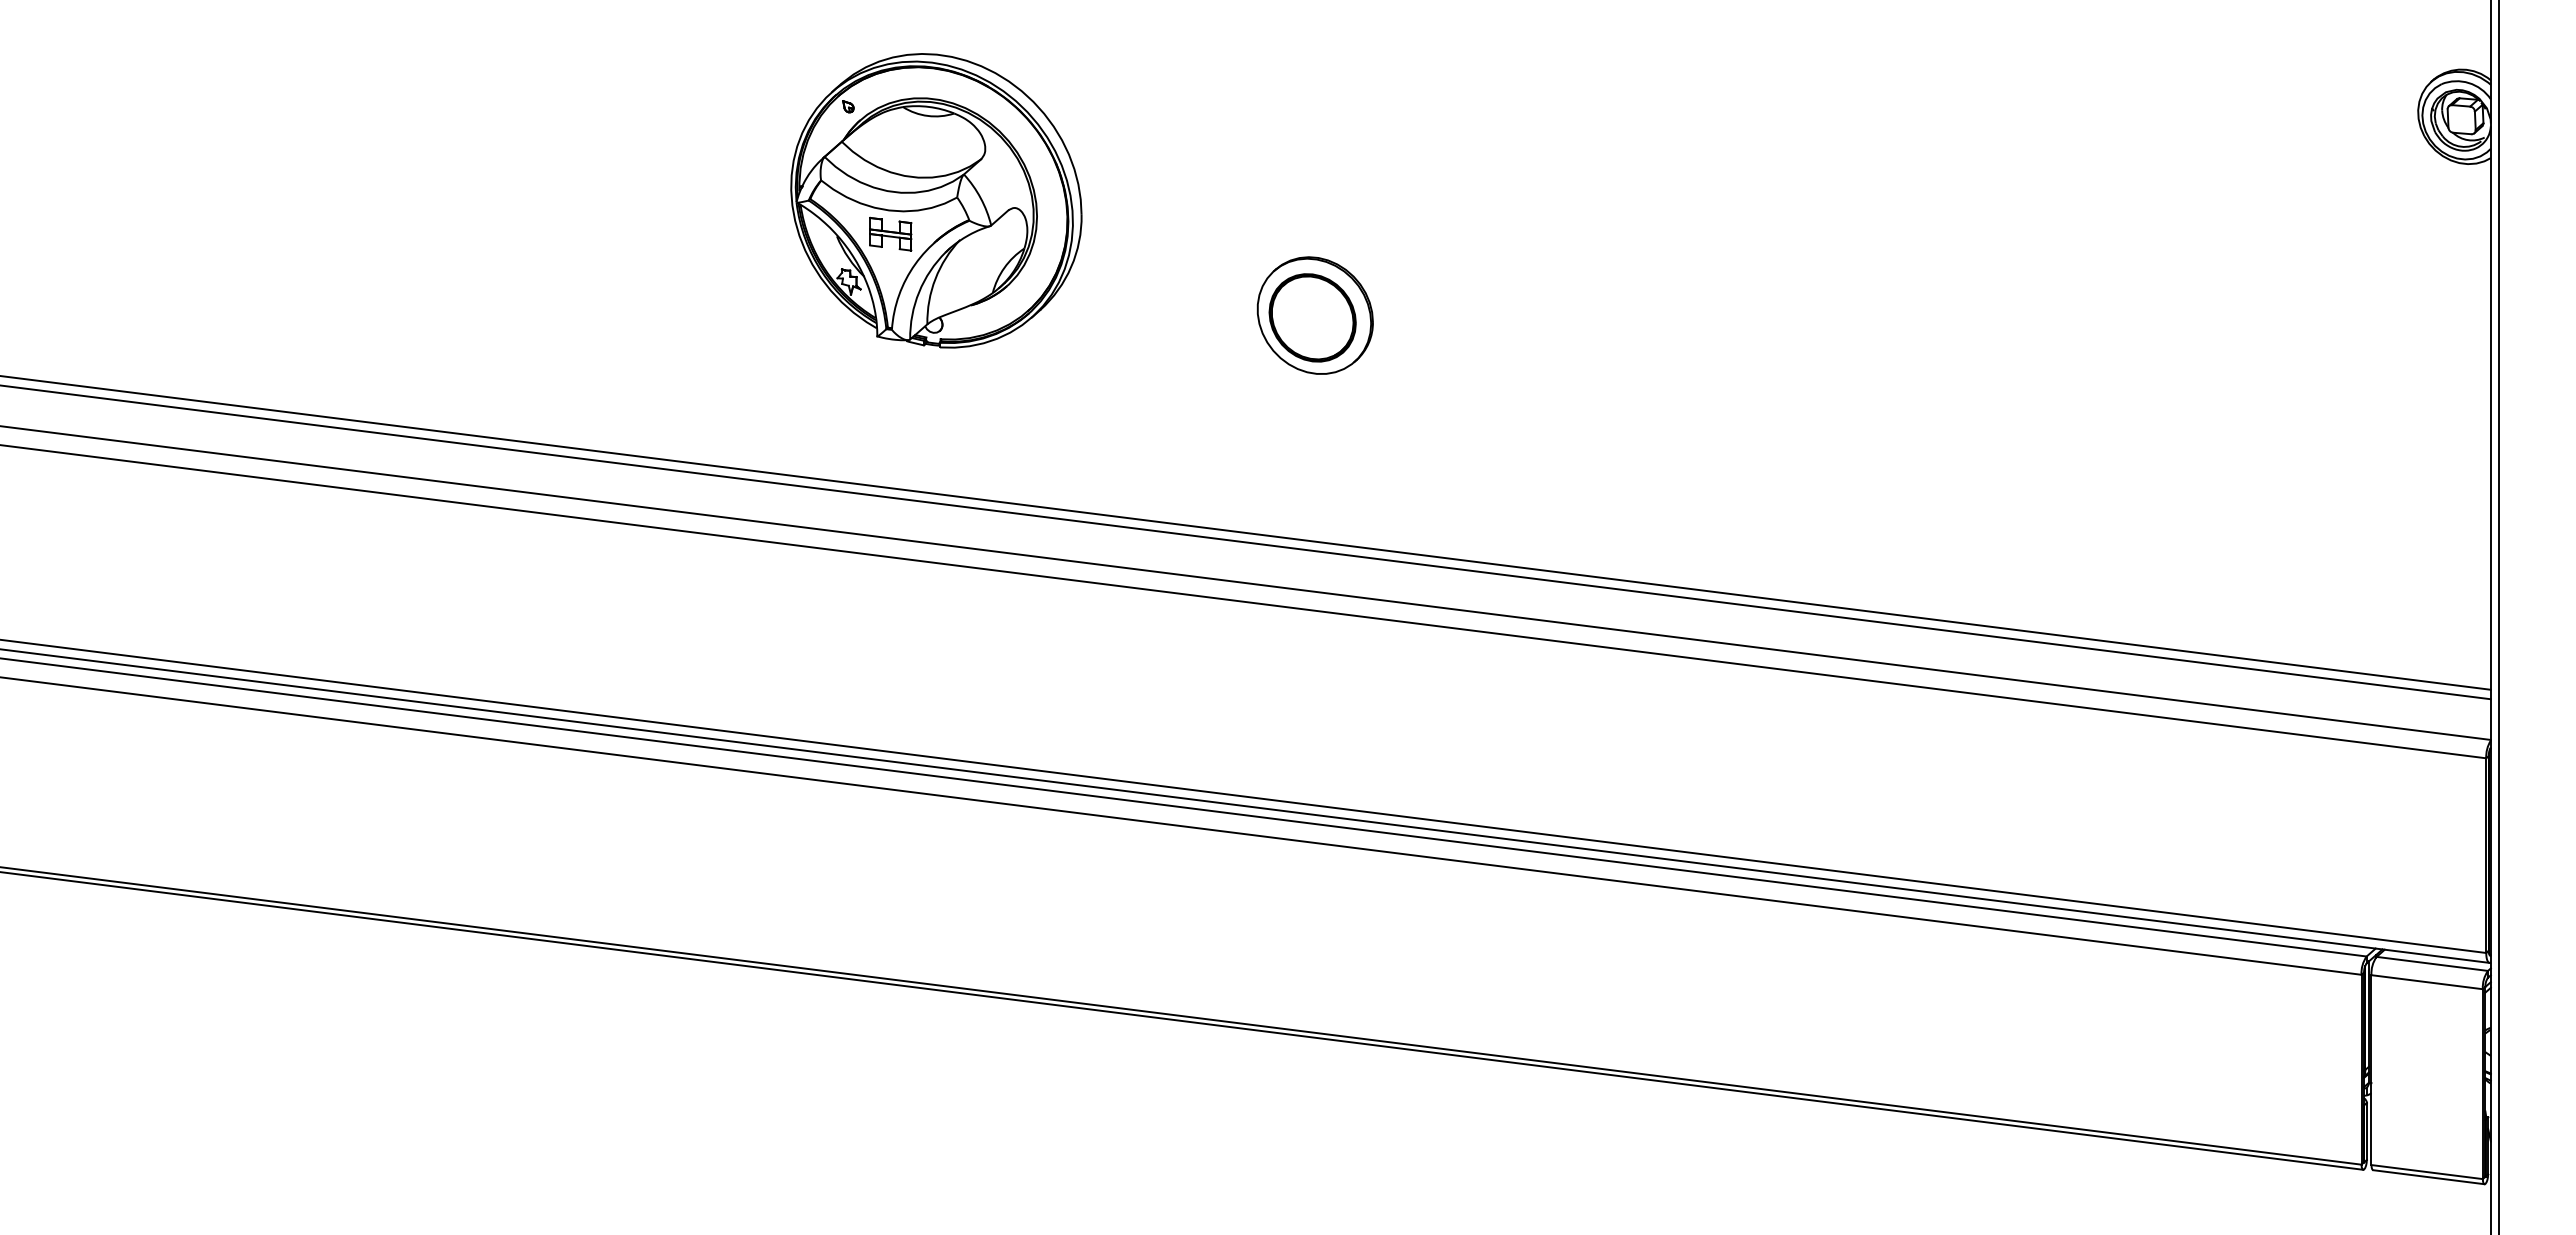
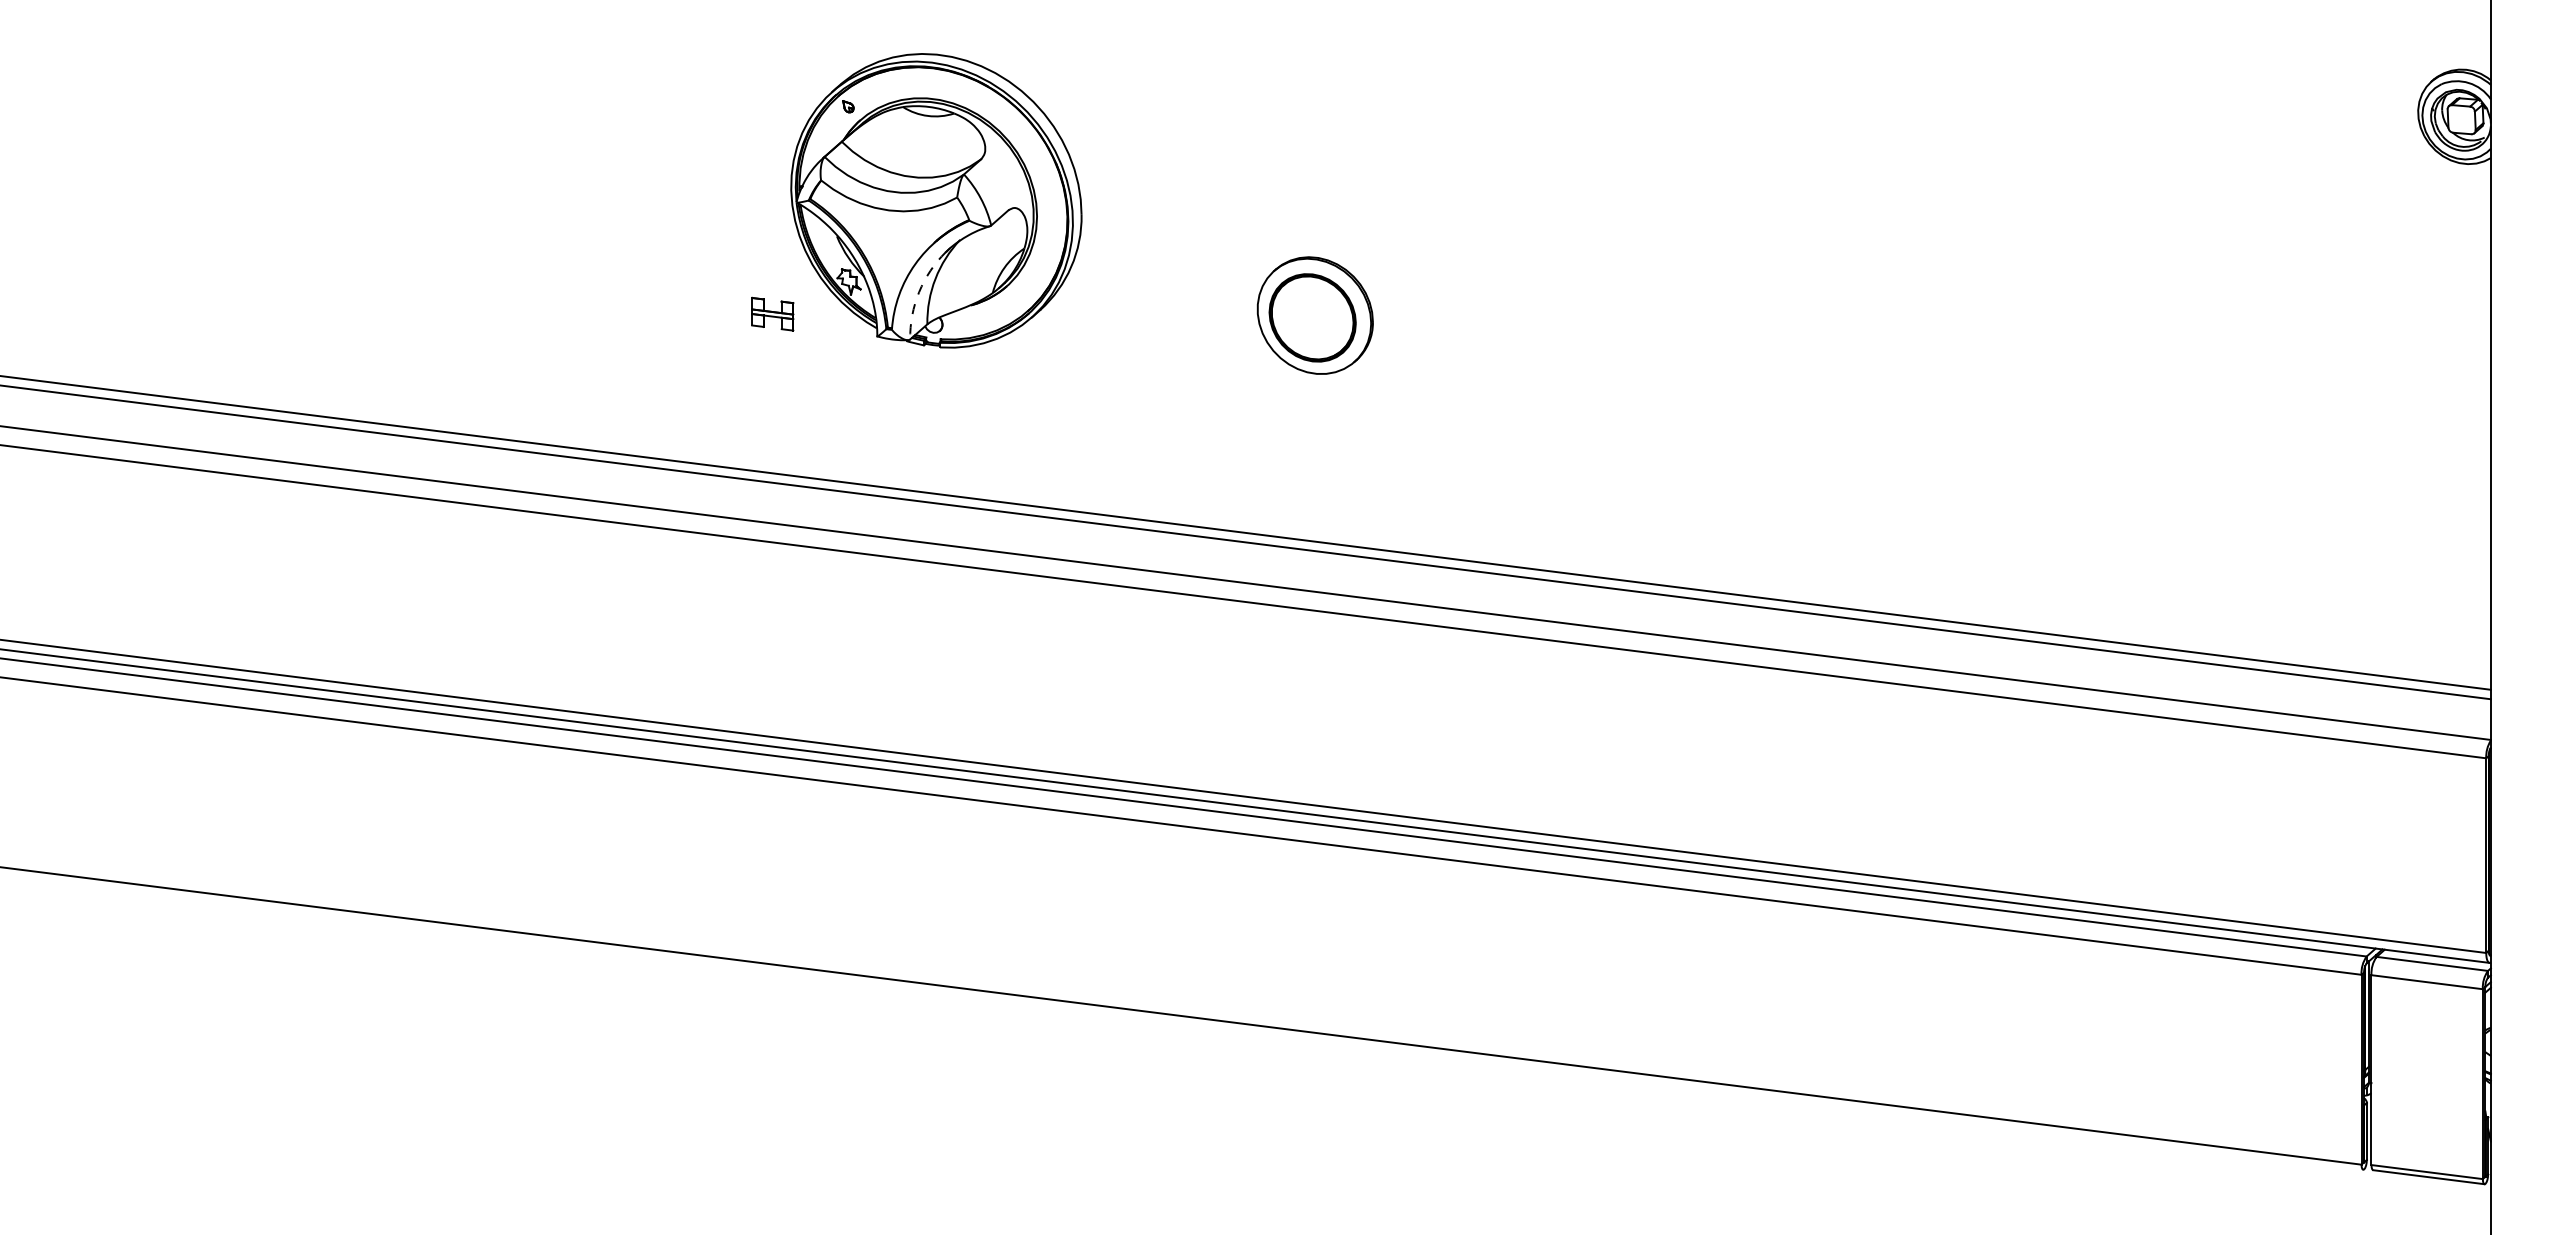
part at (890, 233) position: (890, 233) -> (772, 313)
arc at (919, 292): solid -> dashed
line at (2498, 616): present -> none
line at (1182, 1020): present -> none
